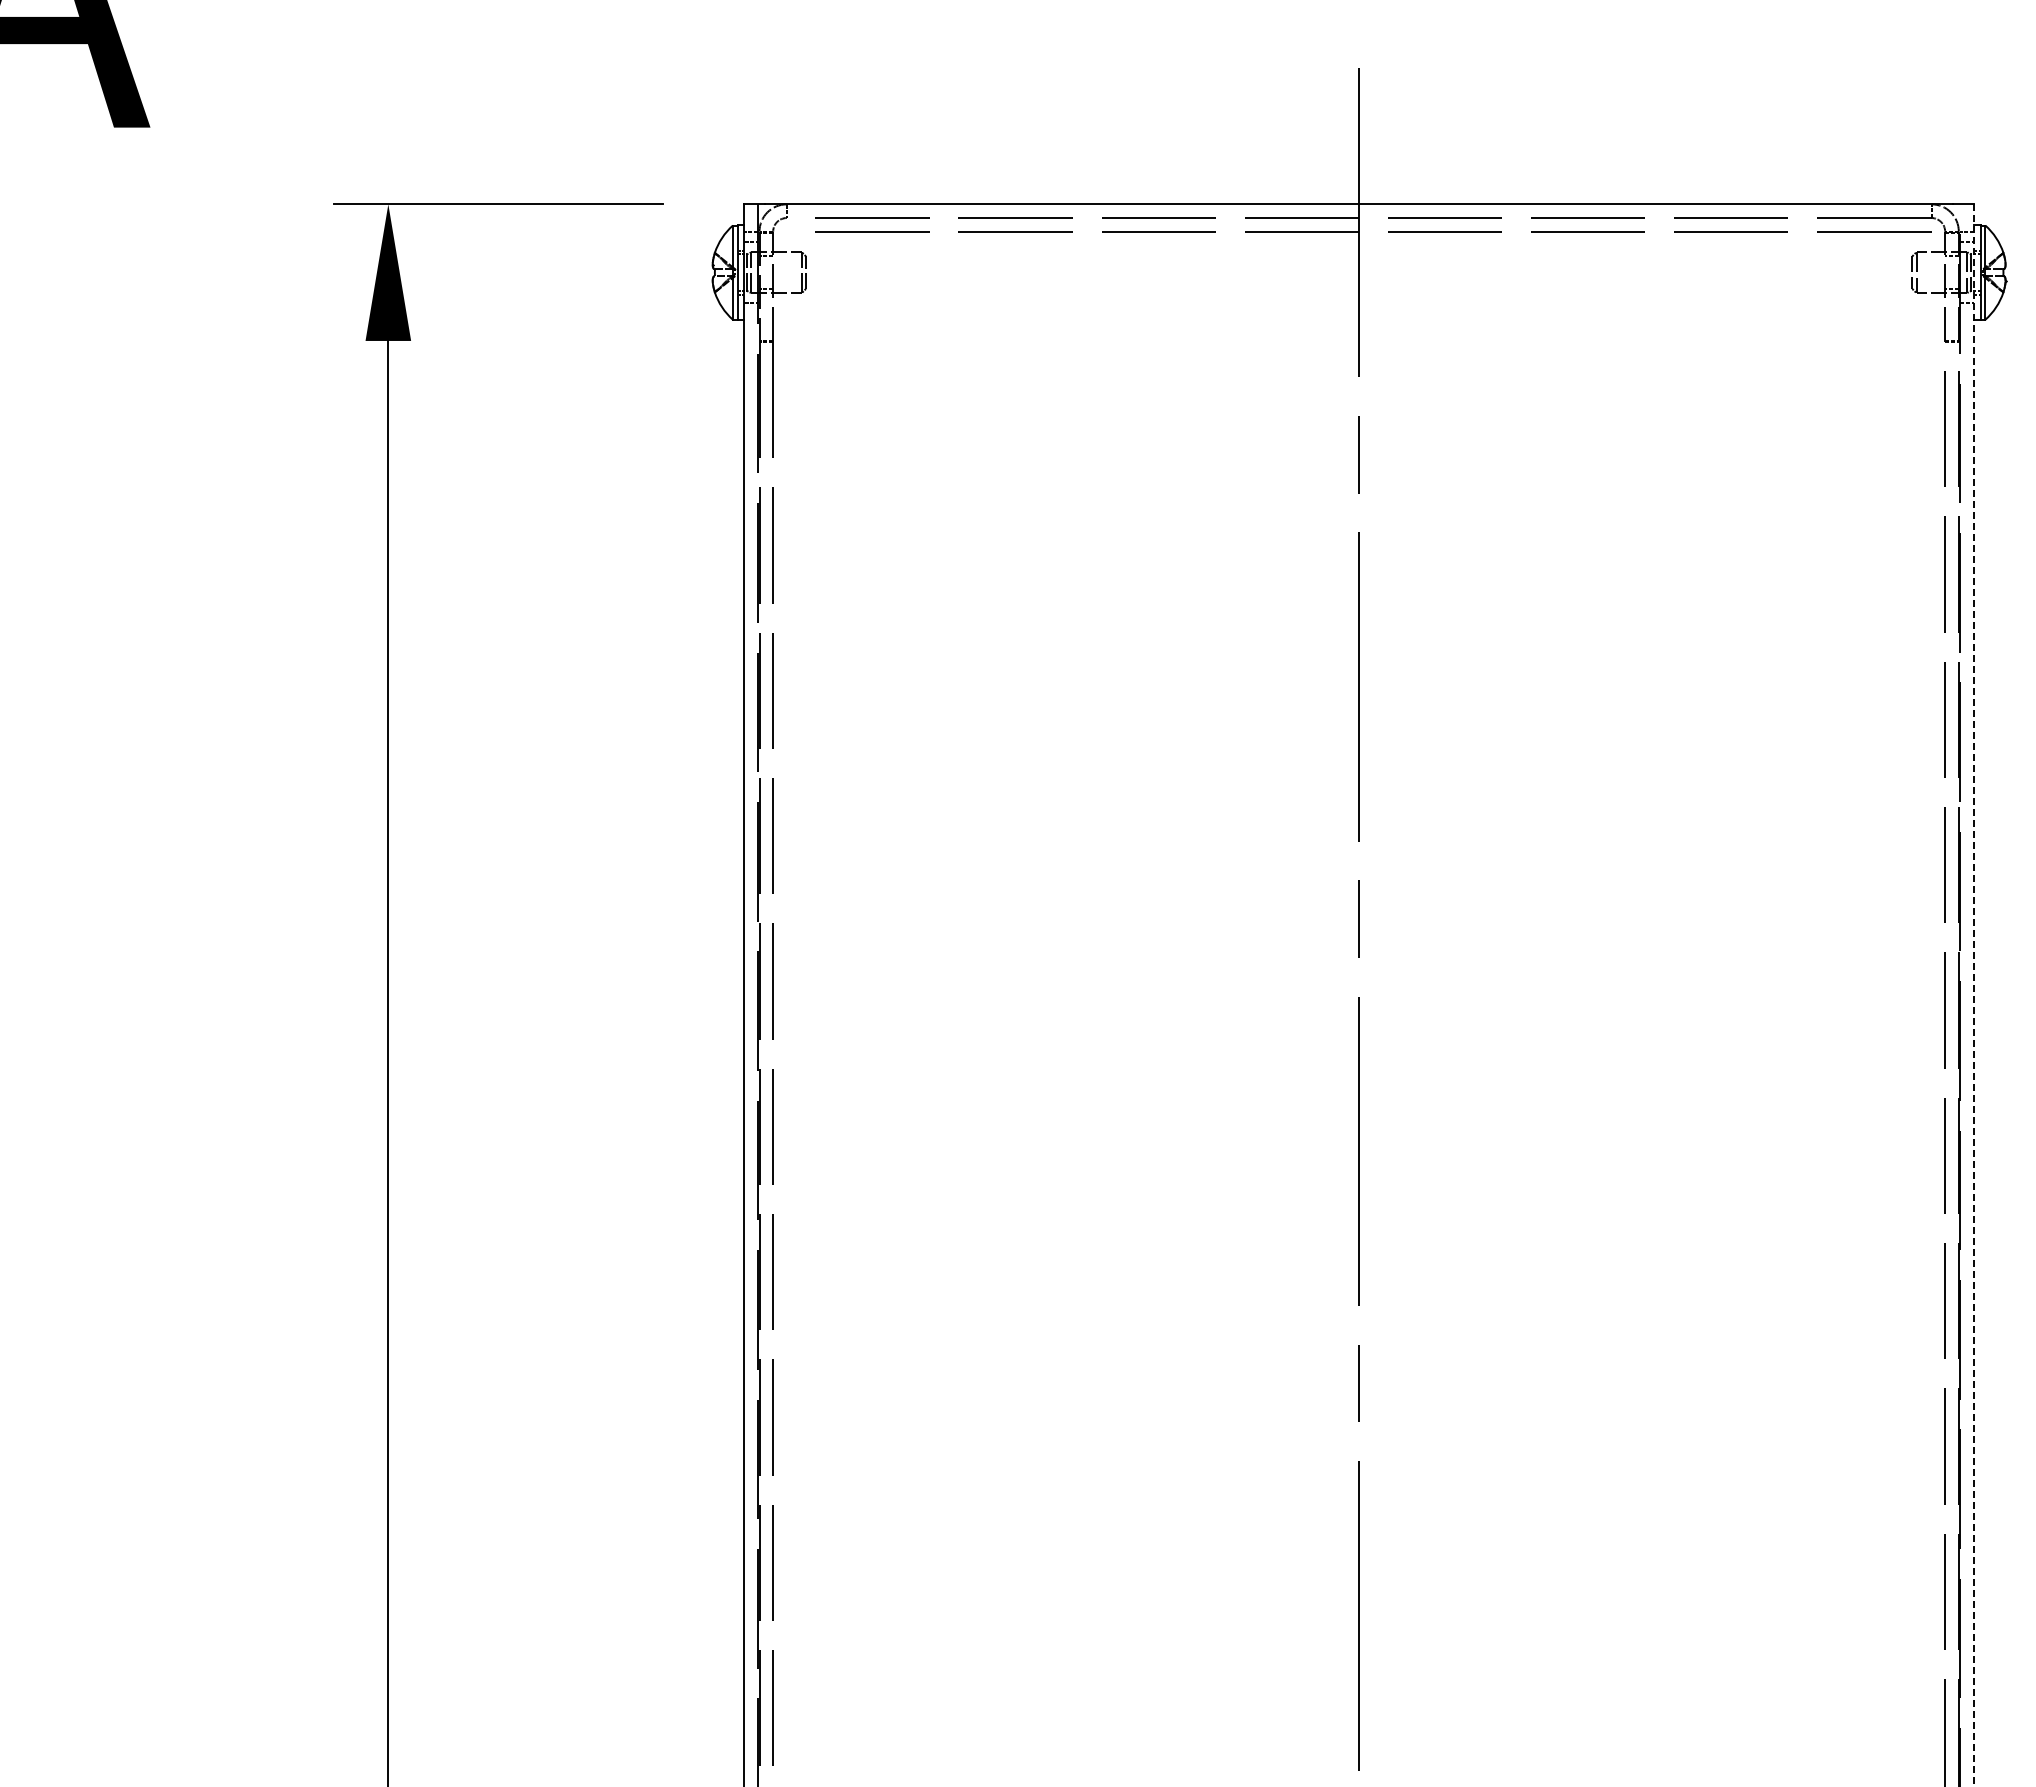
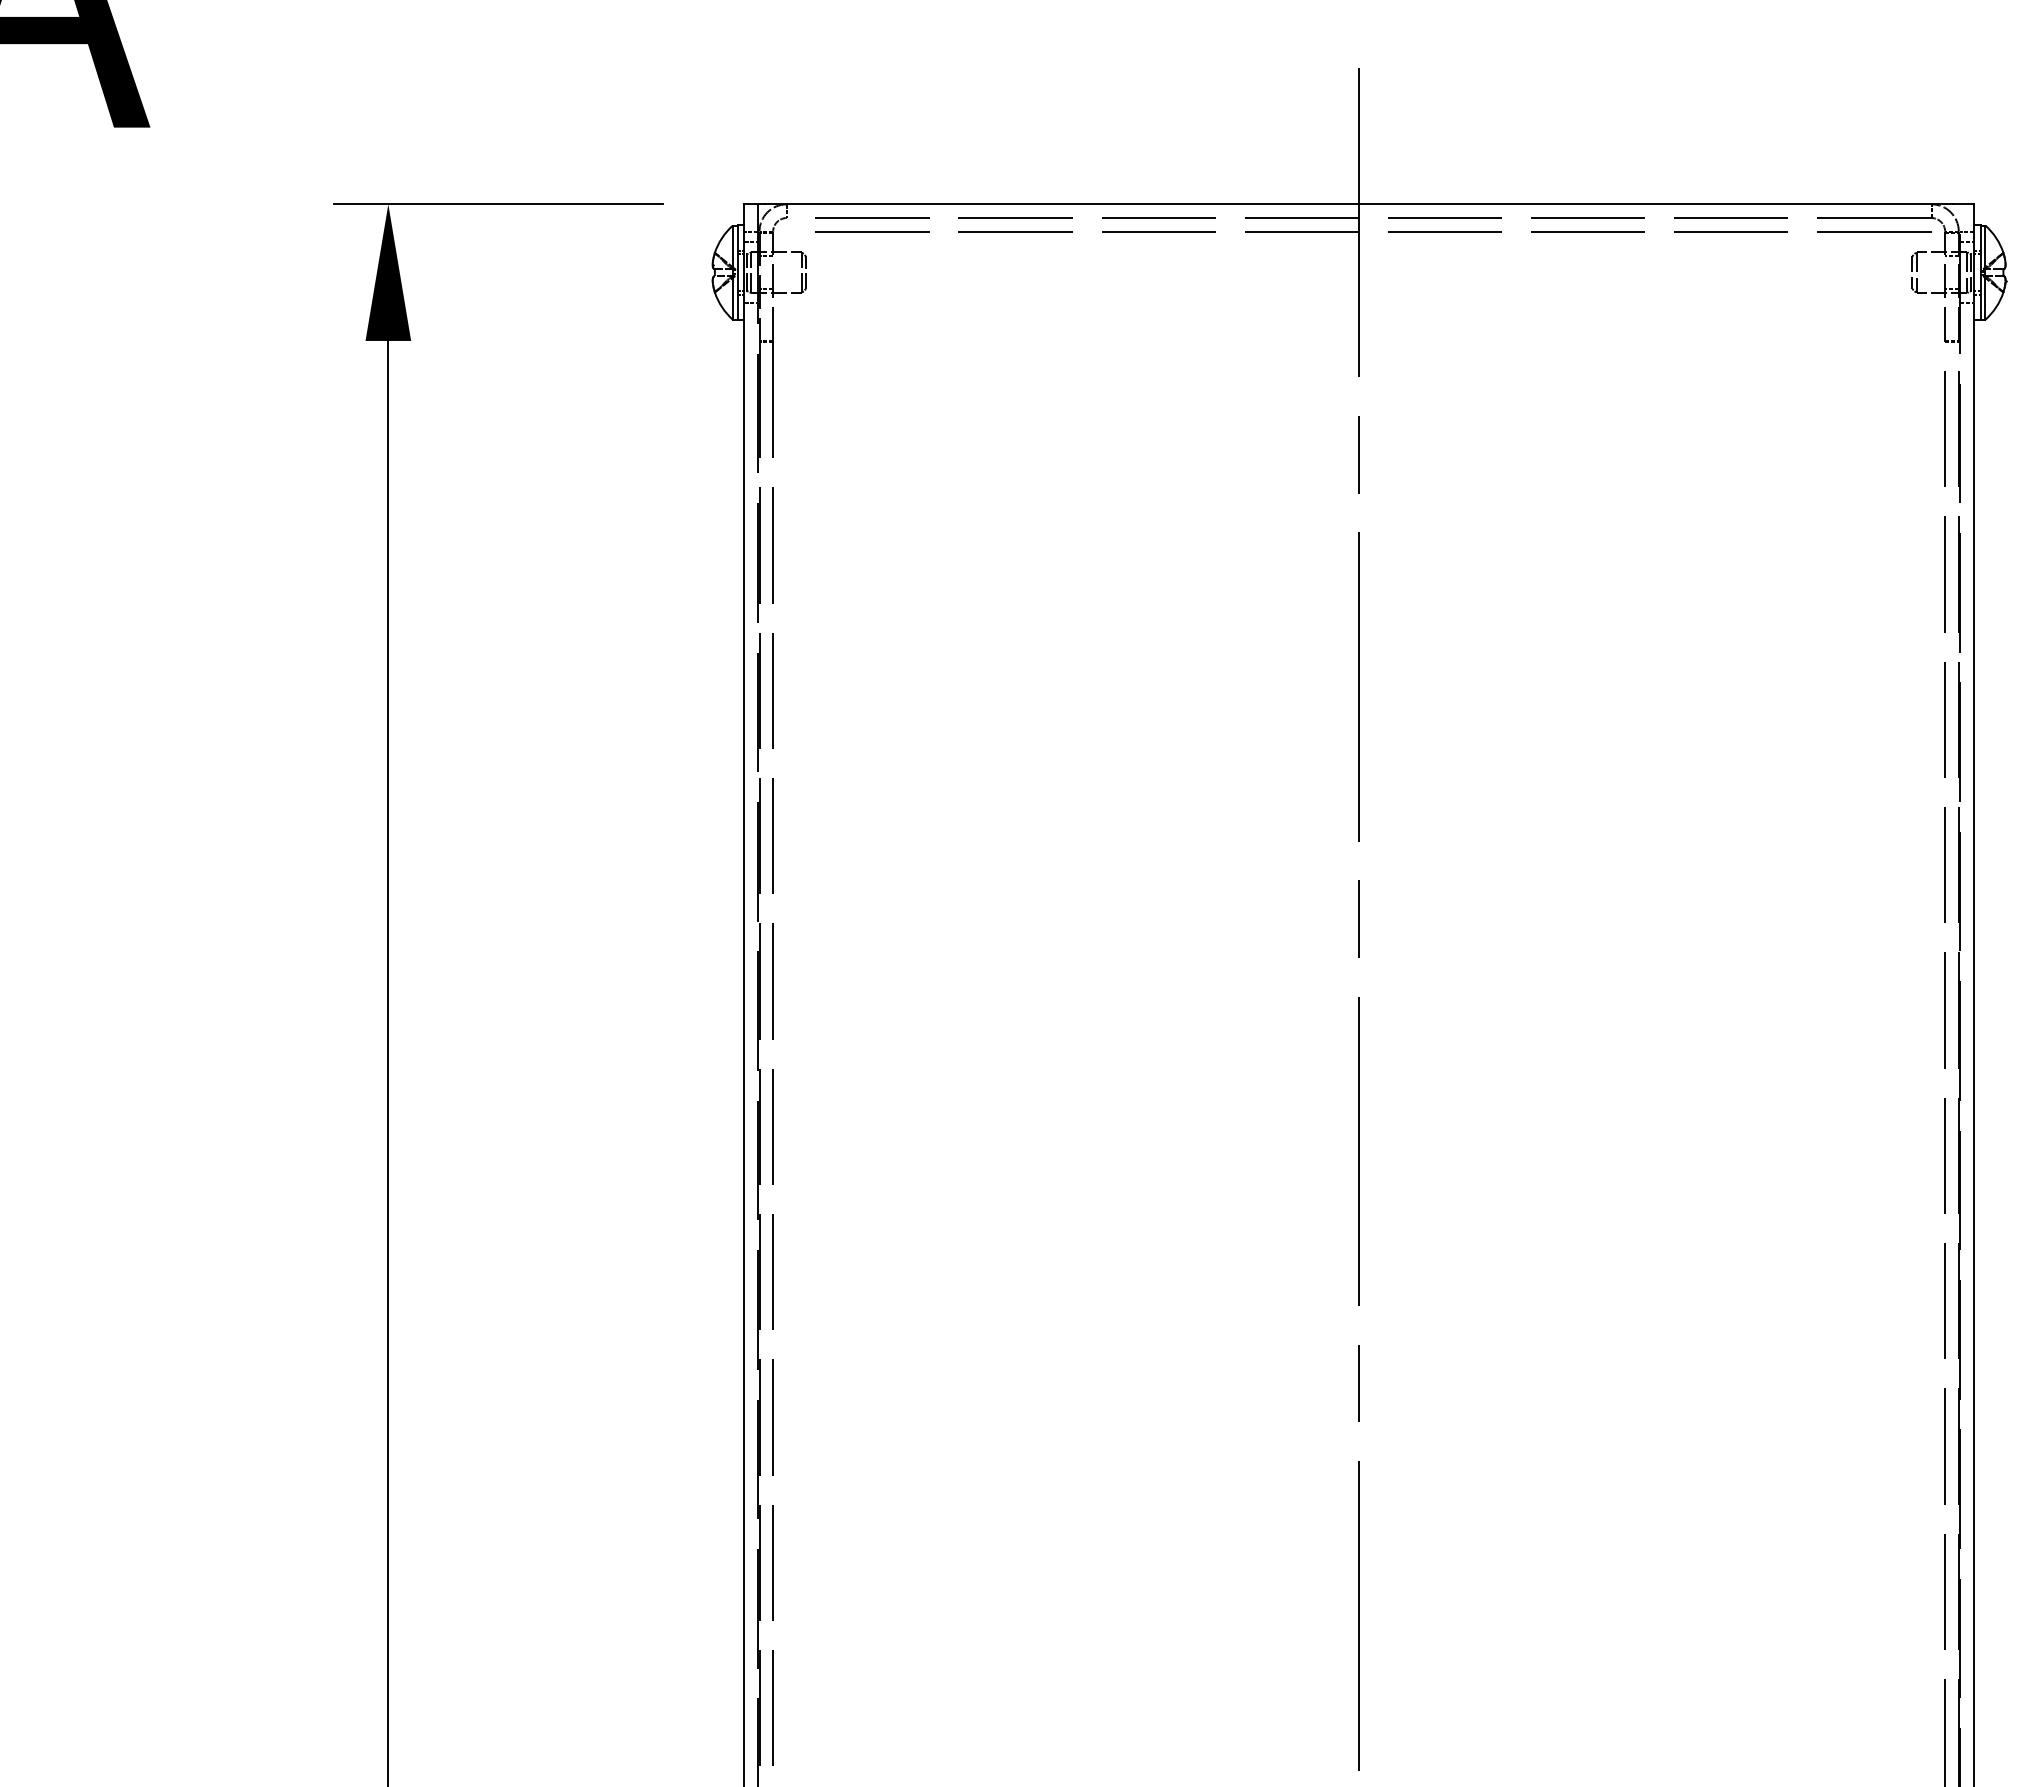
line at (1973, 995): dashed -> solid
